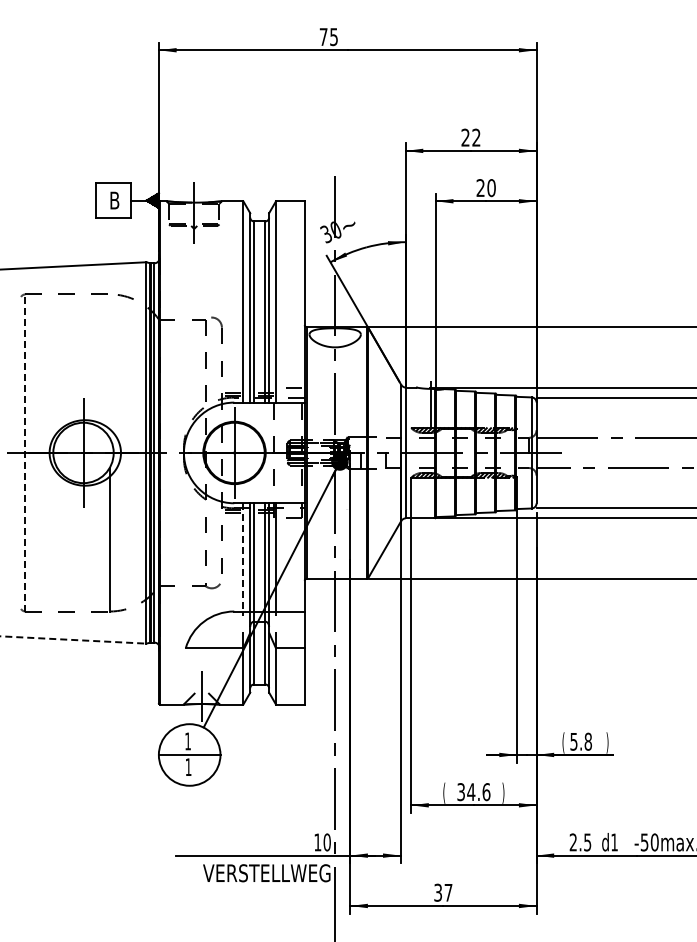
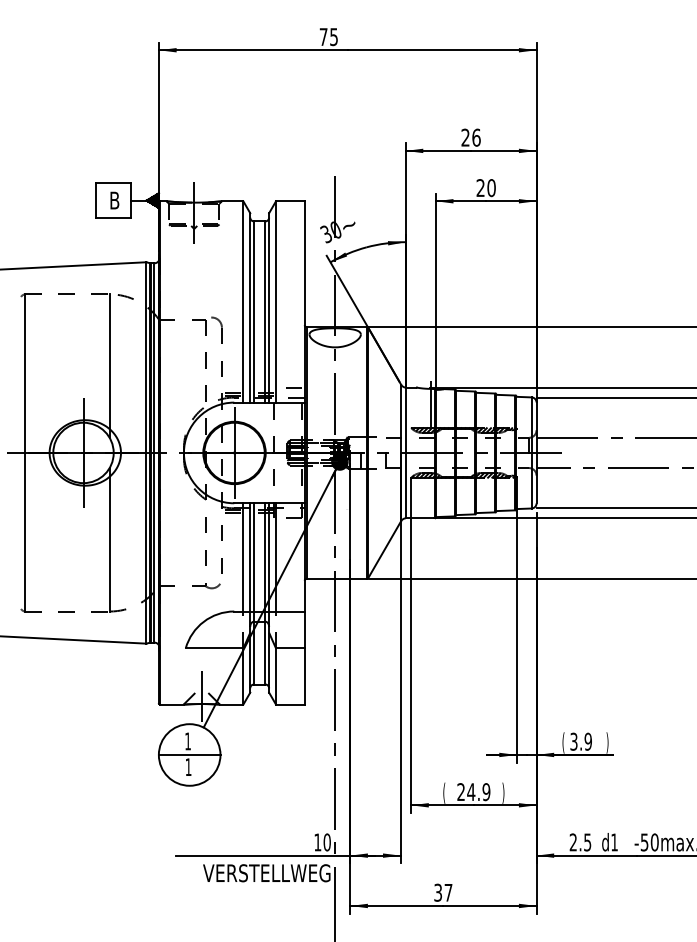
text at (476, 137): 22 -> 26
line at (109, 366): none -> present
line at (25, 452): dashed -> solid
line at (243, 557): dashed -> solid
line at (73, 640): dashed -> solid
text at (580, 741): 5.8 -> 3.9
text at (473, 792): 34.6 -> 24.9
